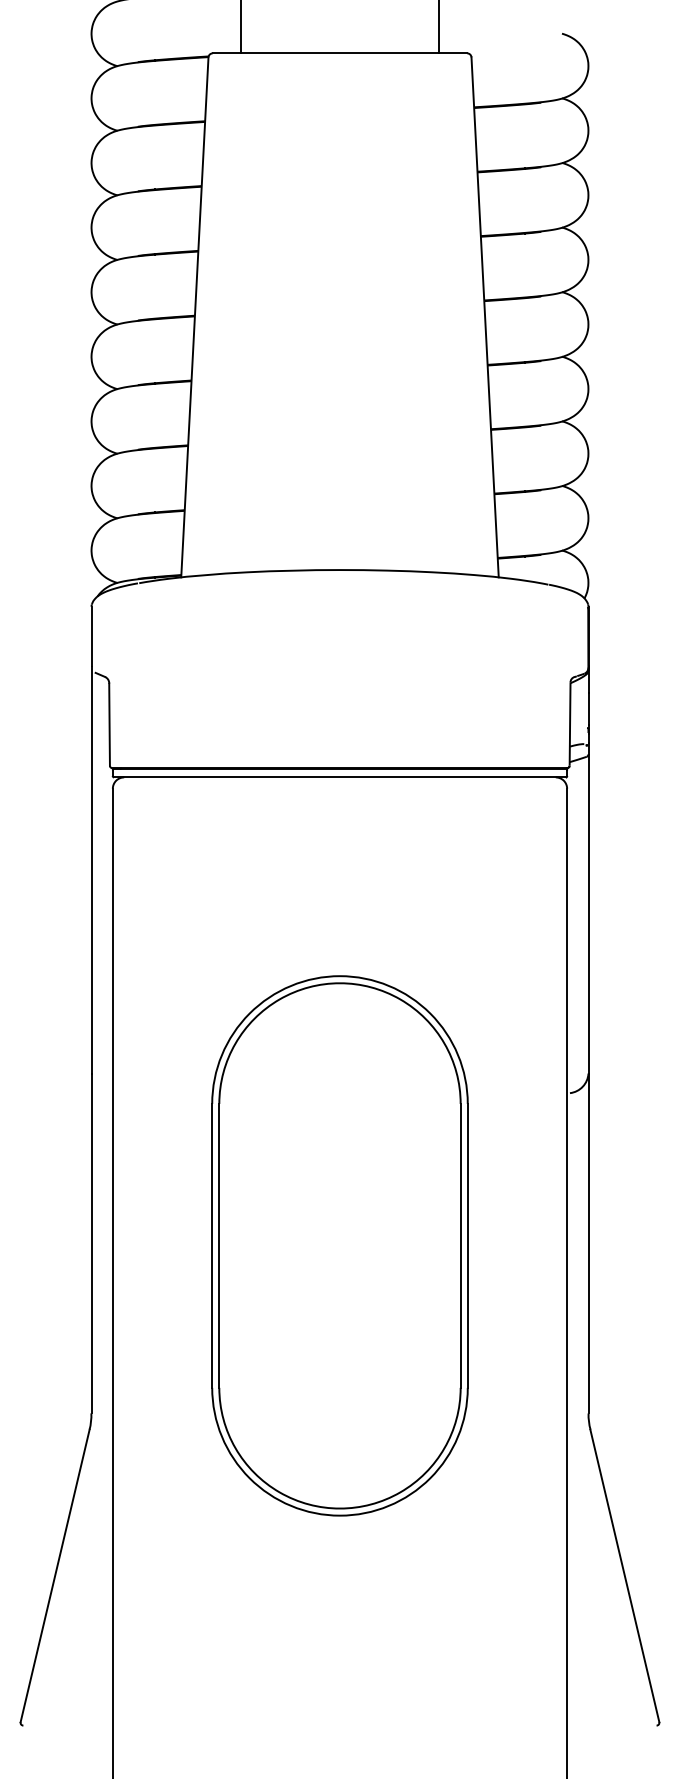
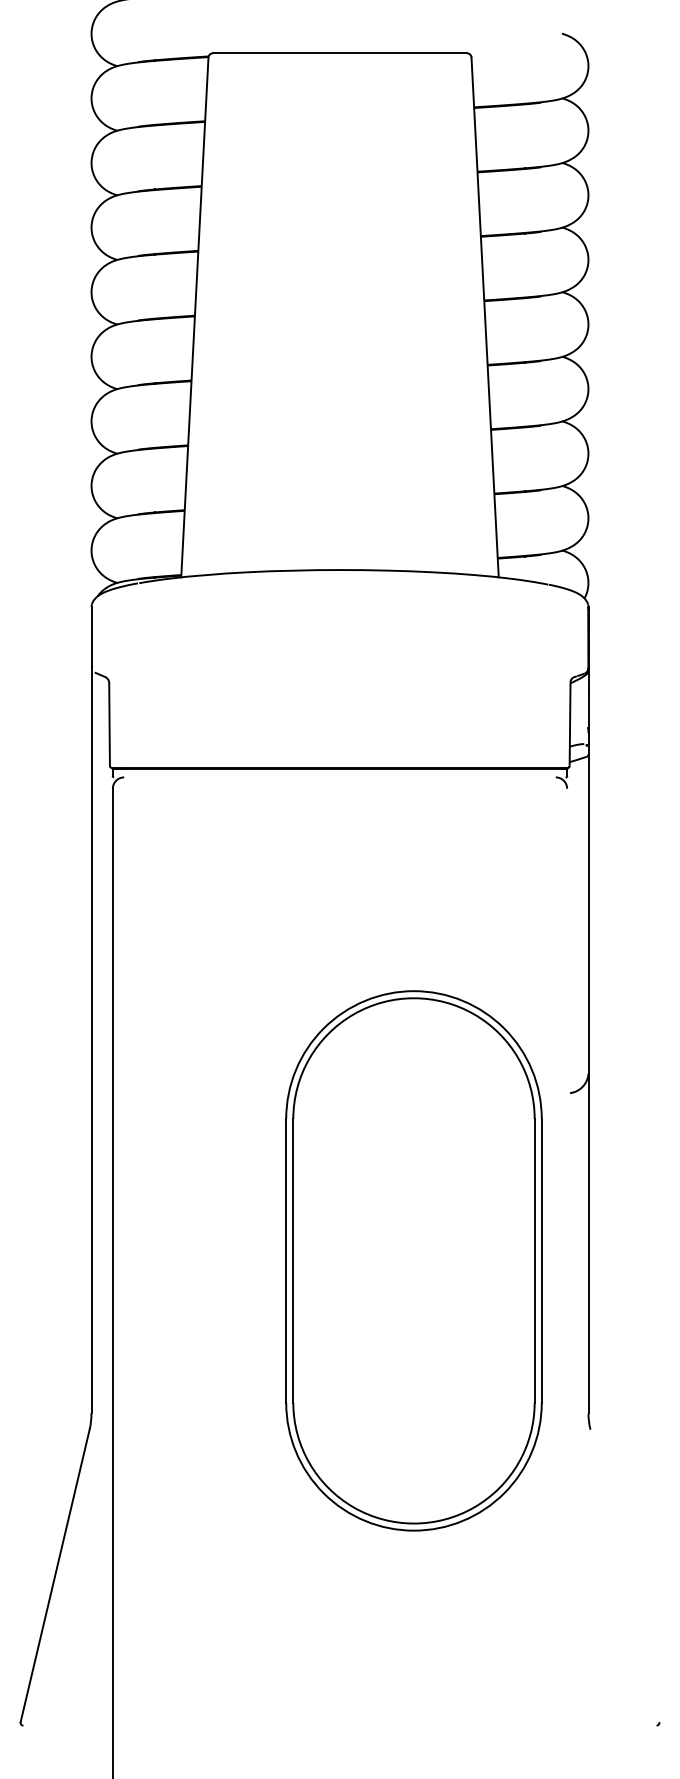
line at (240, 27): present -> none
line at (439, 27): present -> none
line at (339, 777): present -> none
part at (339, 1245) position: (339, 1245) -> (413, 1260)
line at (567, 1281): present -> none
line at (624, 1575): present -> none
